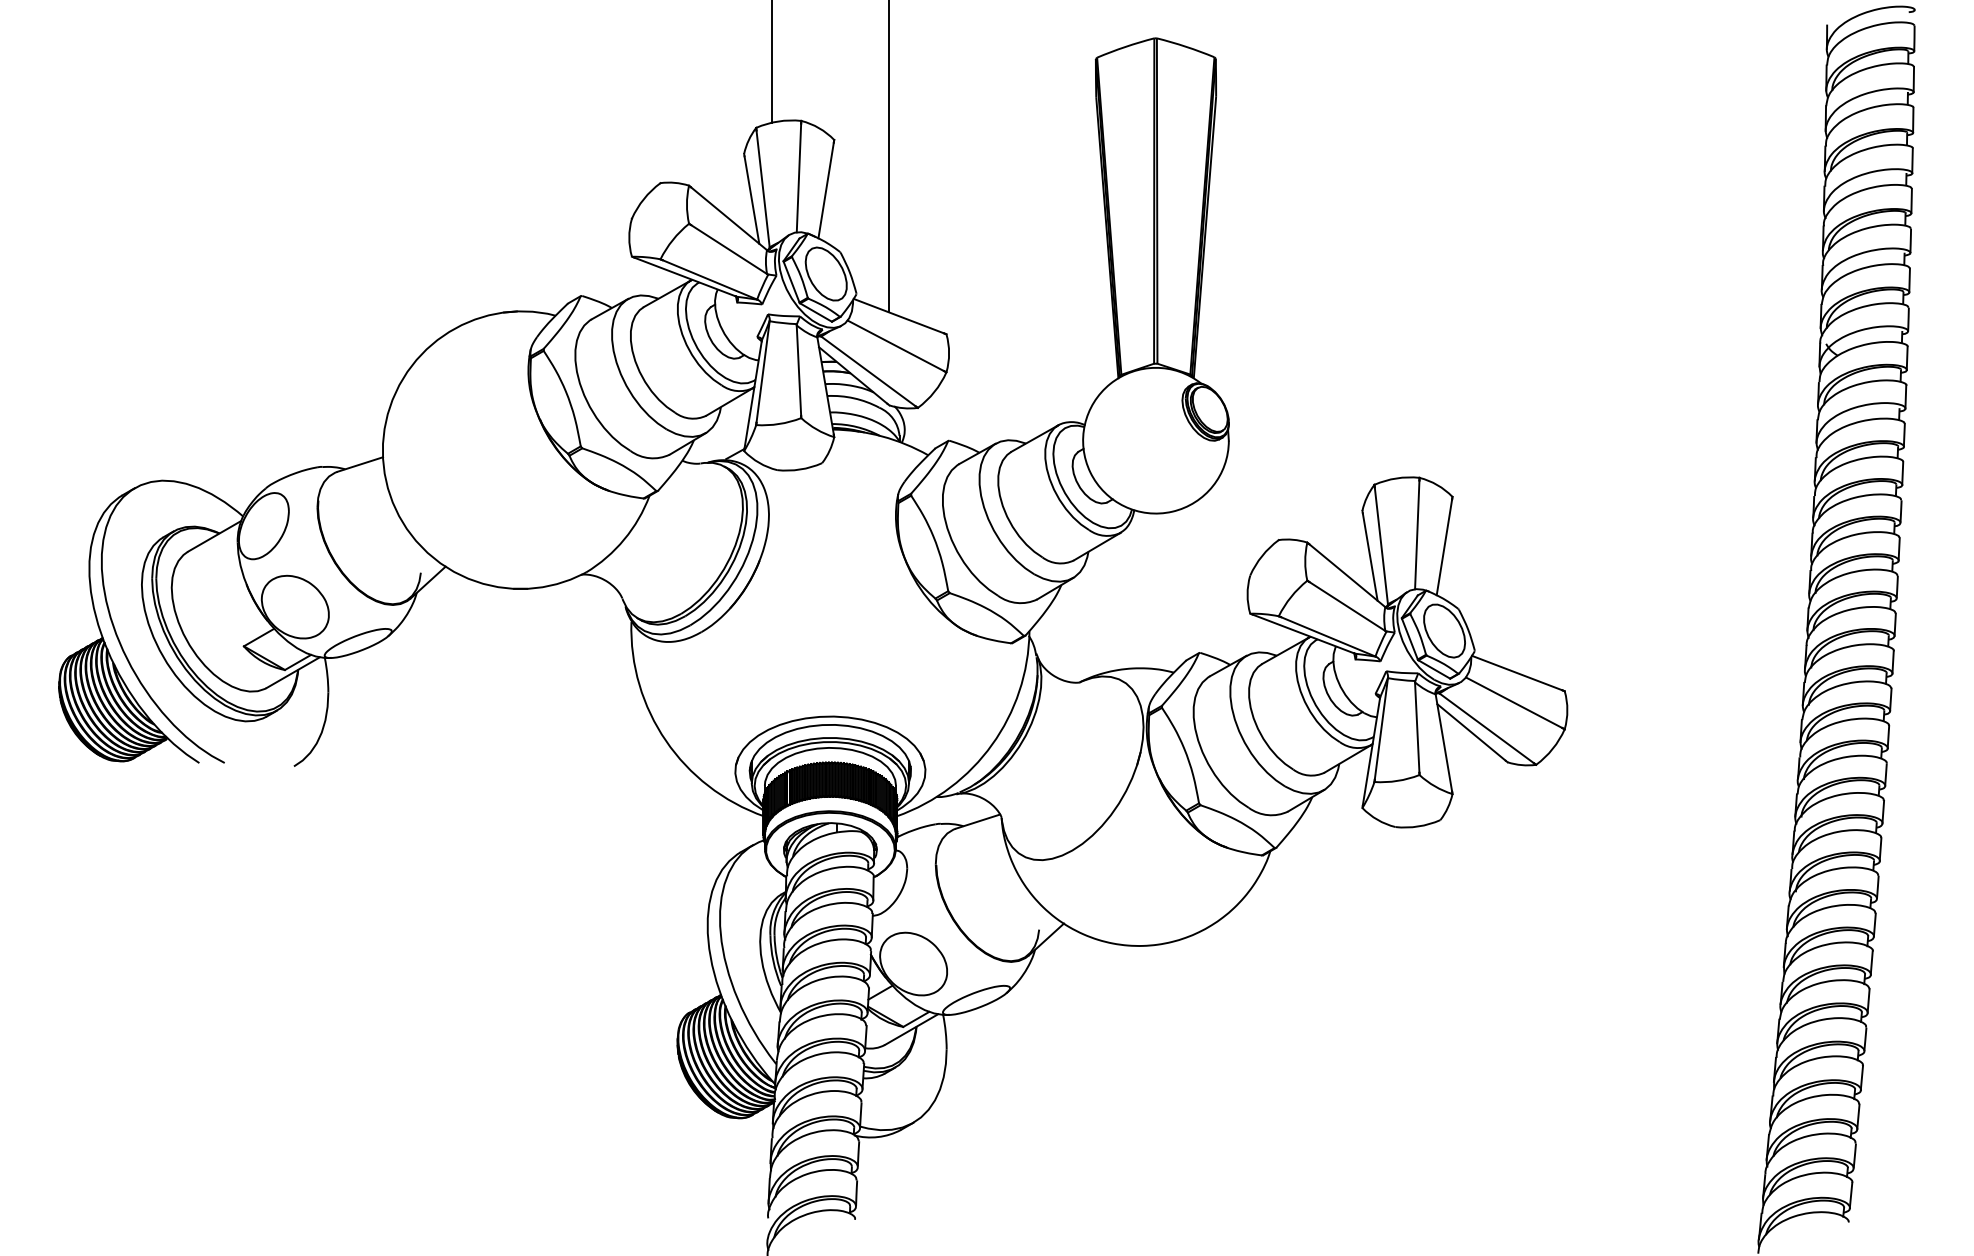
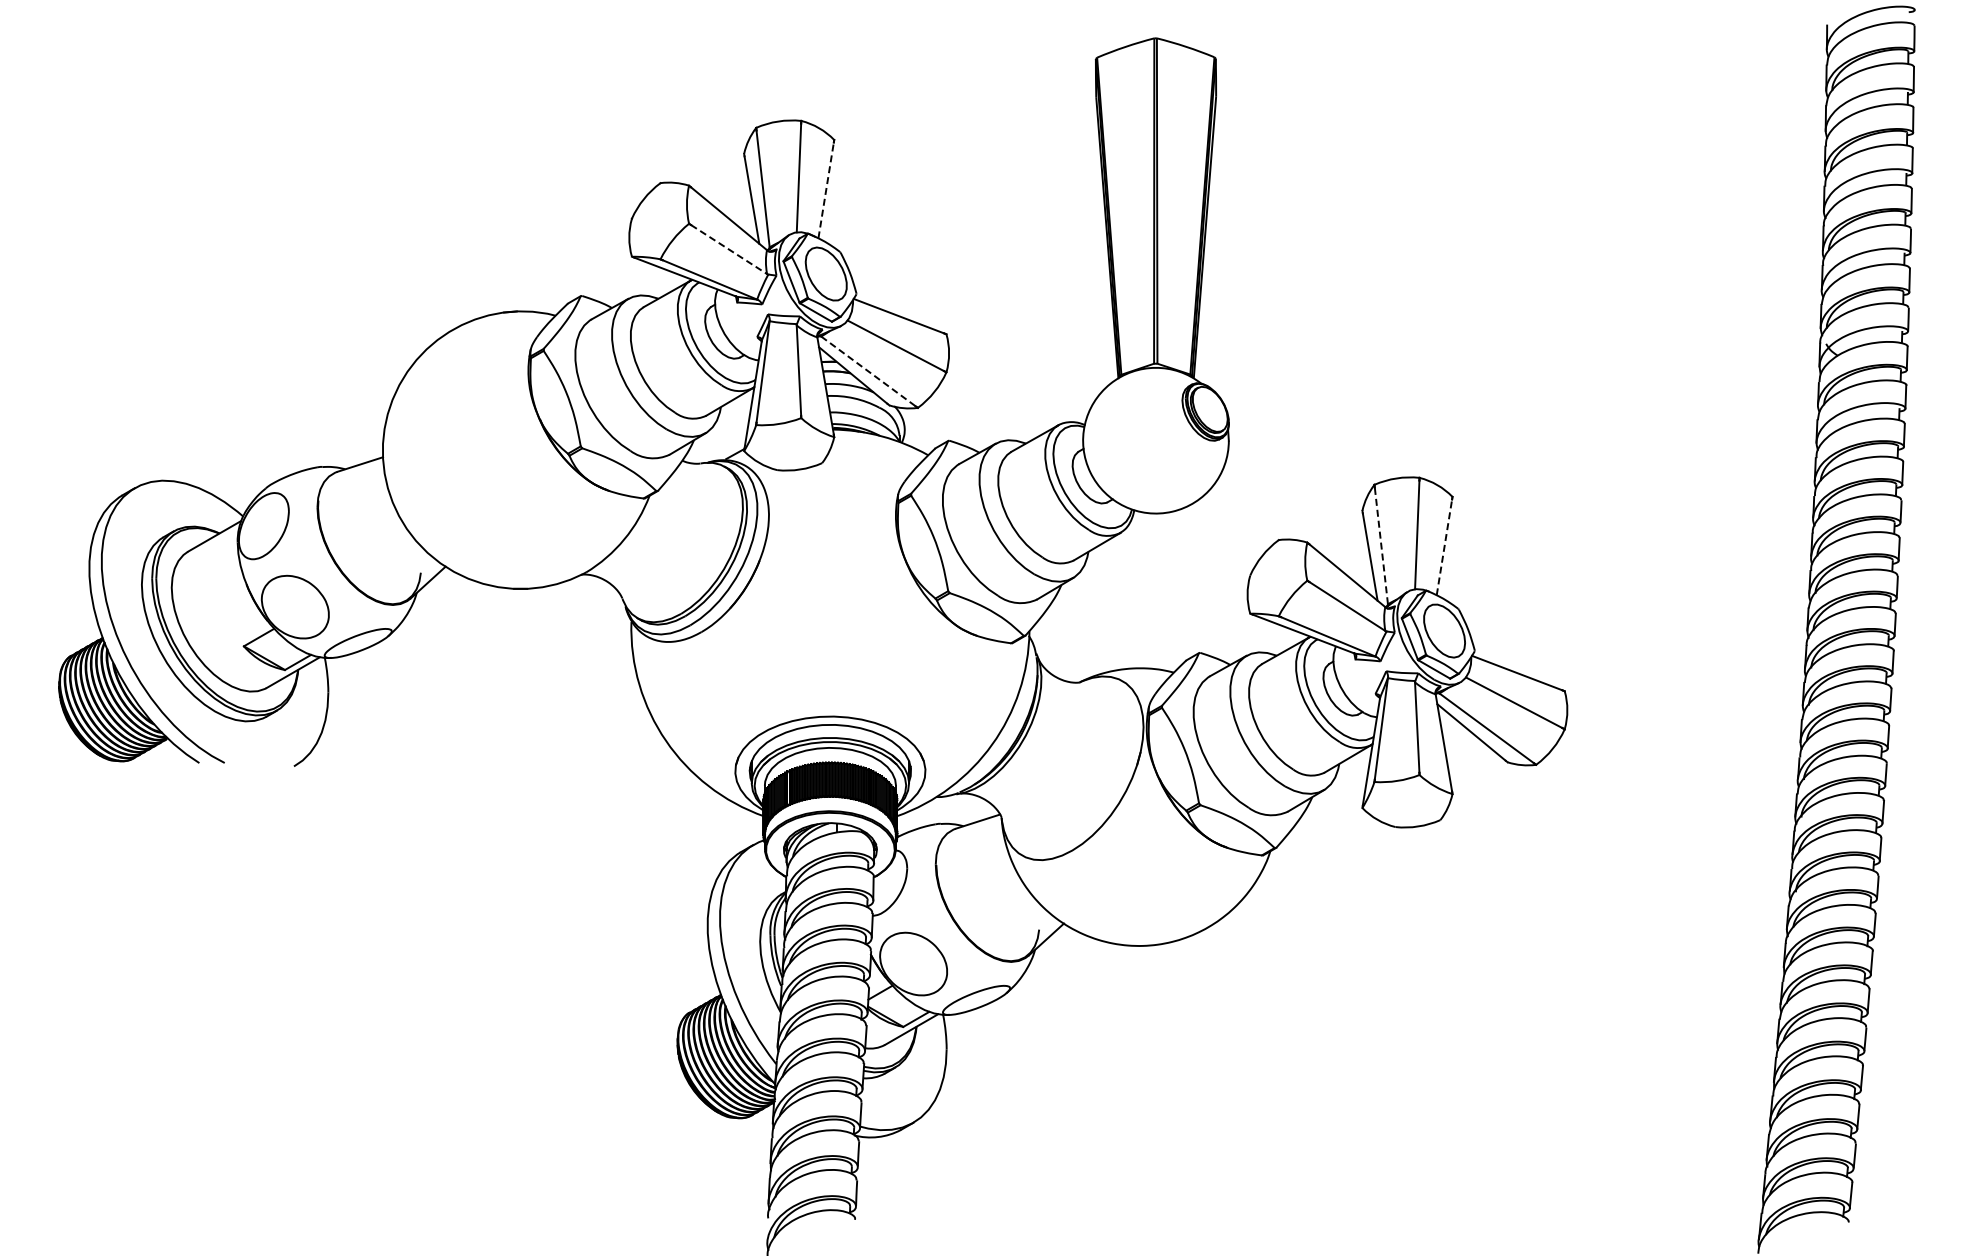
line at (772, 62): present -> none
line at (888, 157): present -> none
line at (826, 190): solid -> dashed
line at (729, 249): solid -> dashed
line at (868, 371): solid -> dashed
line at (1381, 545): solid -> dashed
line at (1444, 547): solid -> dashed
